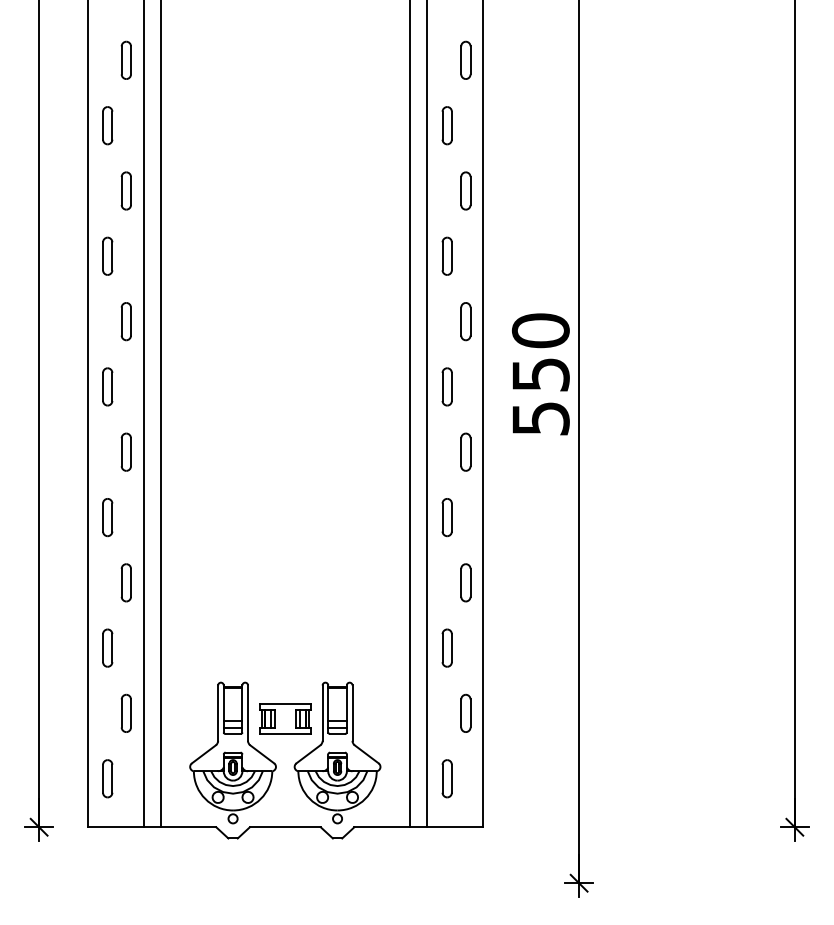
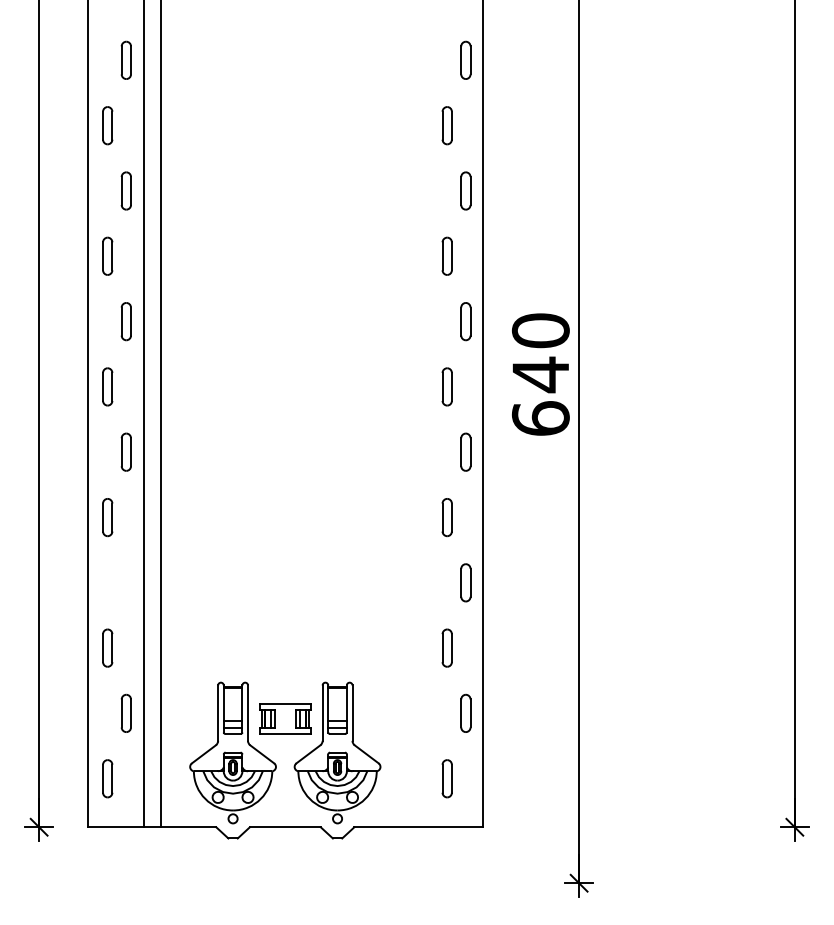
text at (540, 395): 550 -> 640
line at (409, 414): present -> none
line at (427, 414): present -> none
part at (125, 582): present -> none
